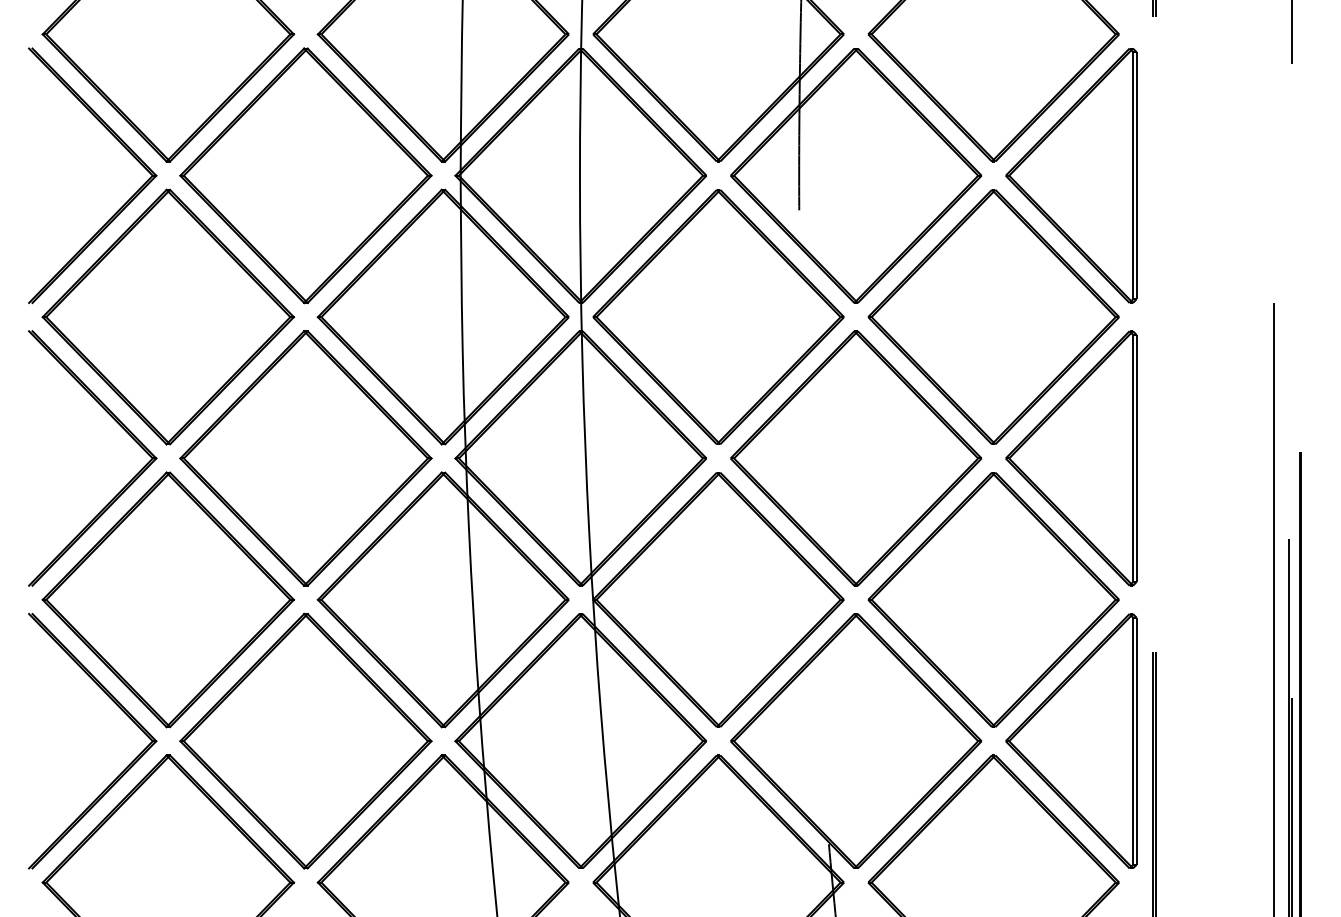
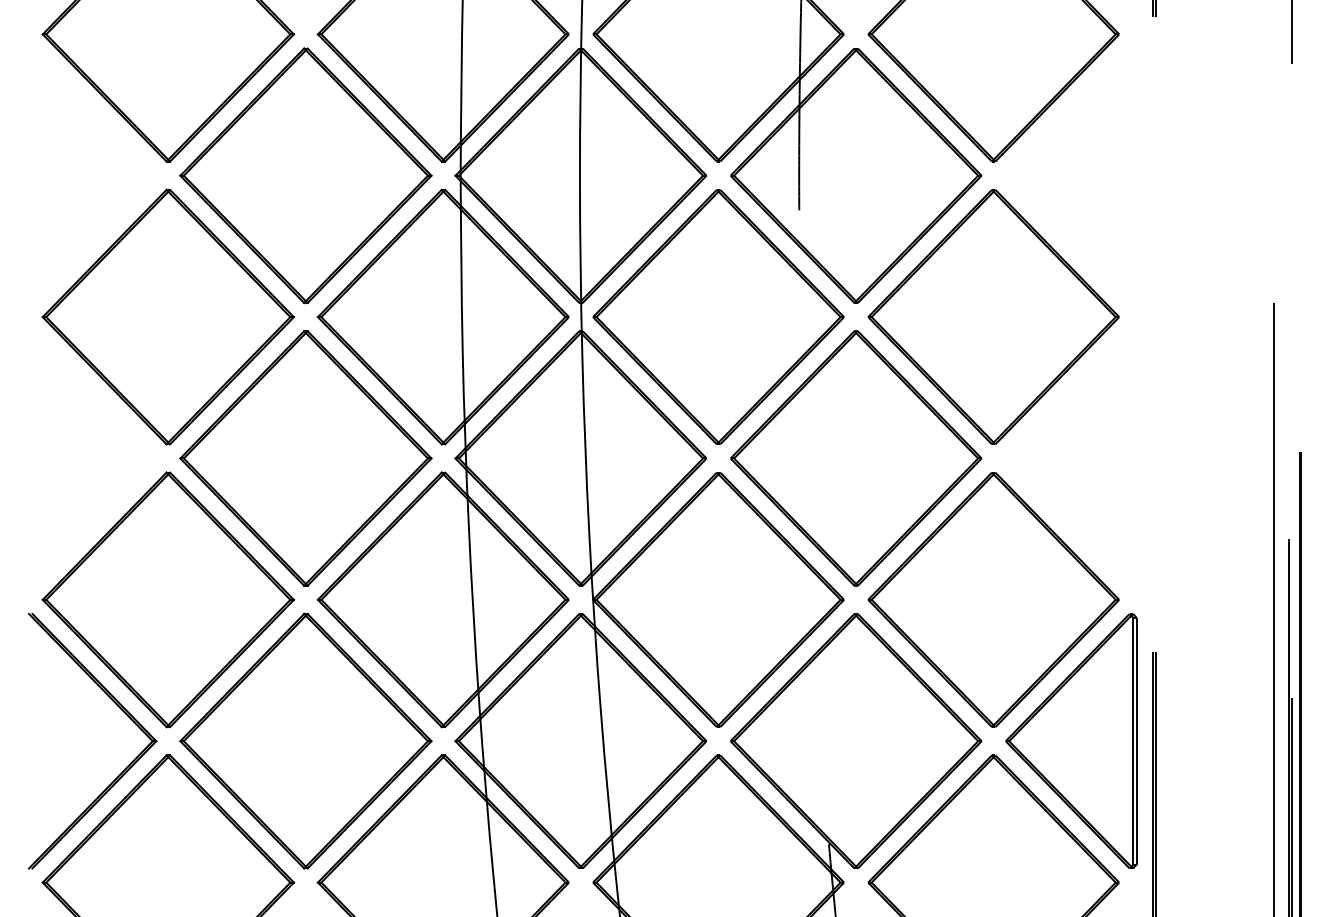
part at (125, 149): present -> none
part at (1071, 175): present -> none
part at (122, 428): present -> none
part at (1071, 458): present -> none
